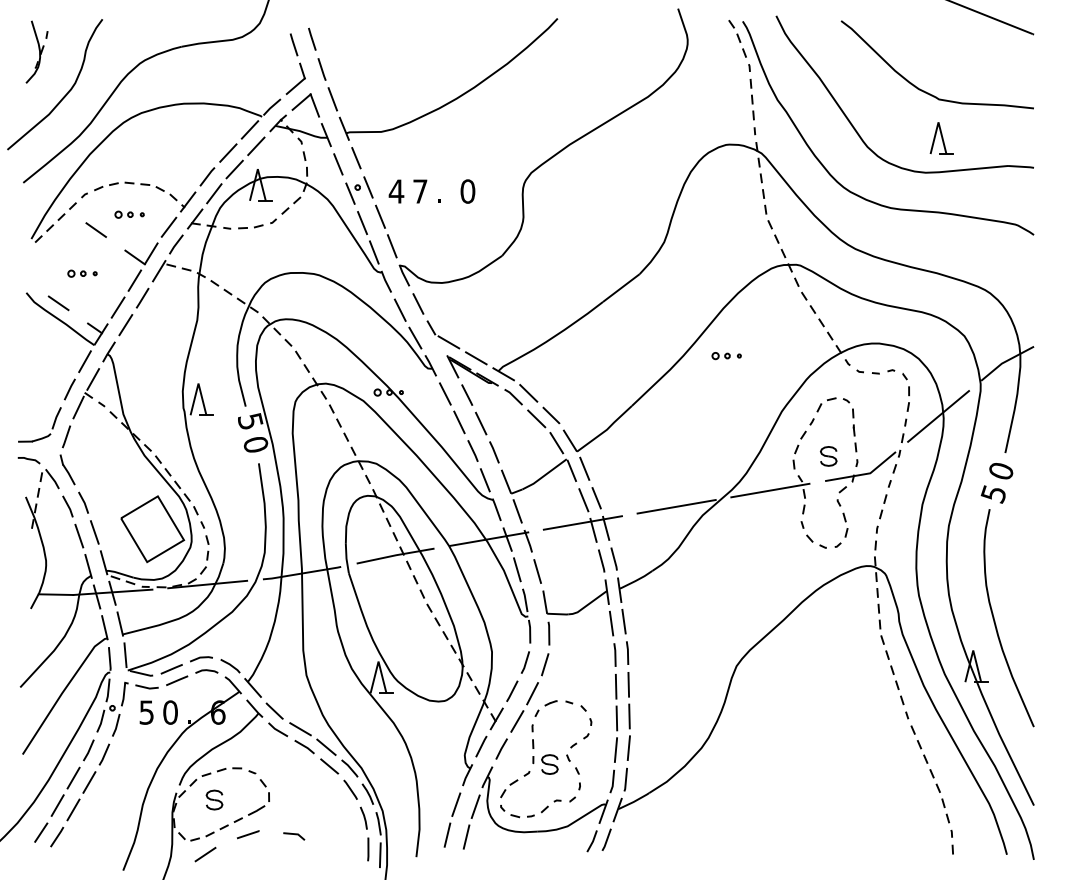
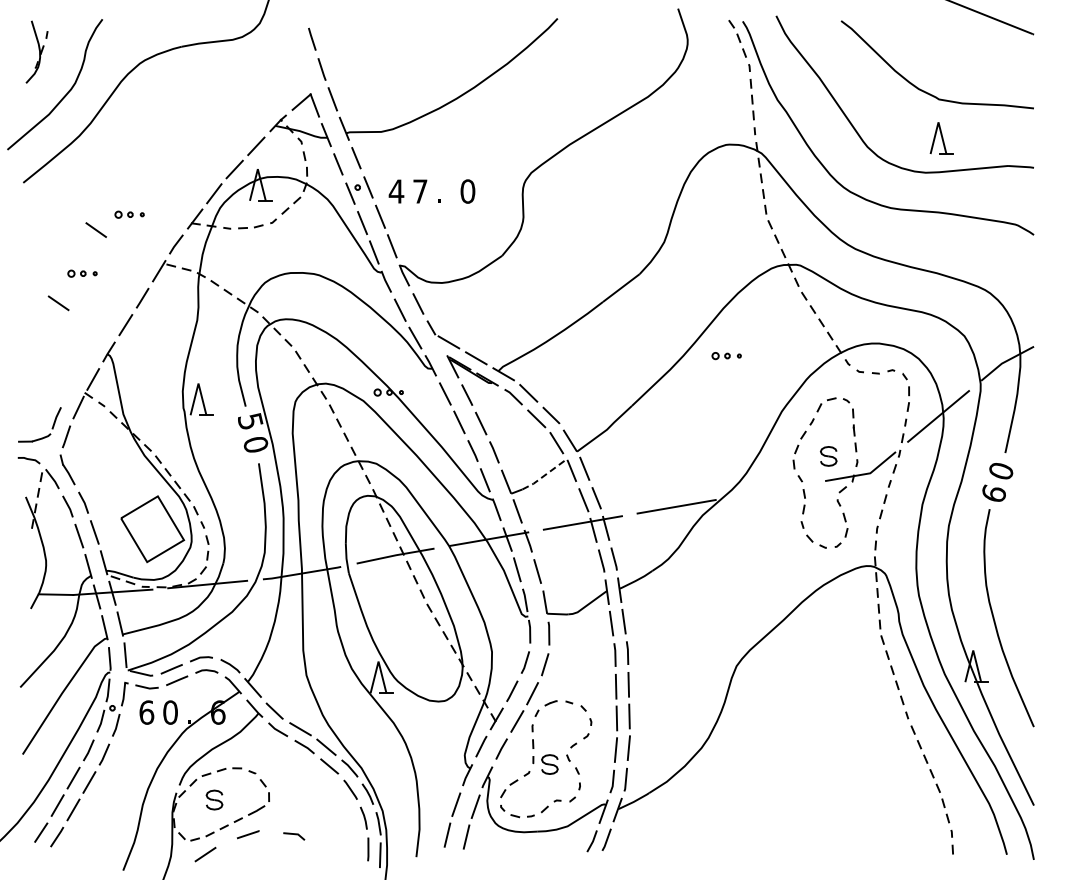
part at (171, 222): present -> none
line at (545, 475): solid -> dashed
line at (770, 490): present -> none
text at (992, 493): 5 -> 6
text at (146, 712): 5 -> 6
